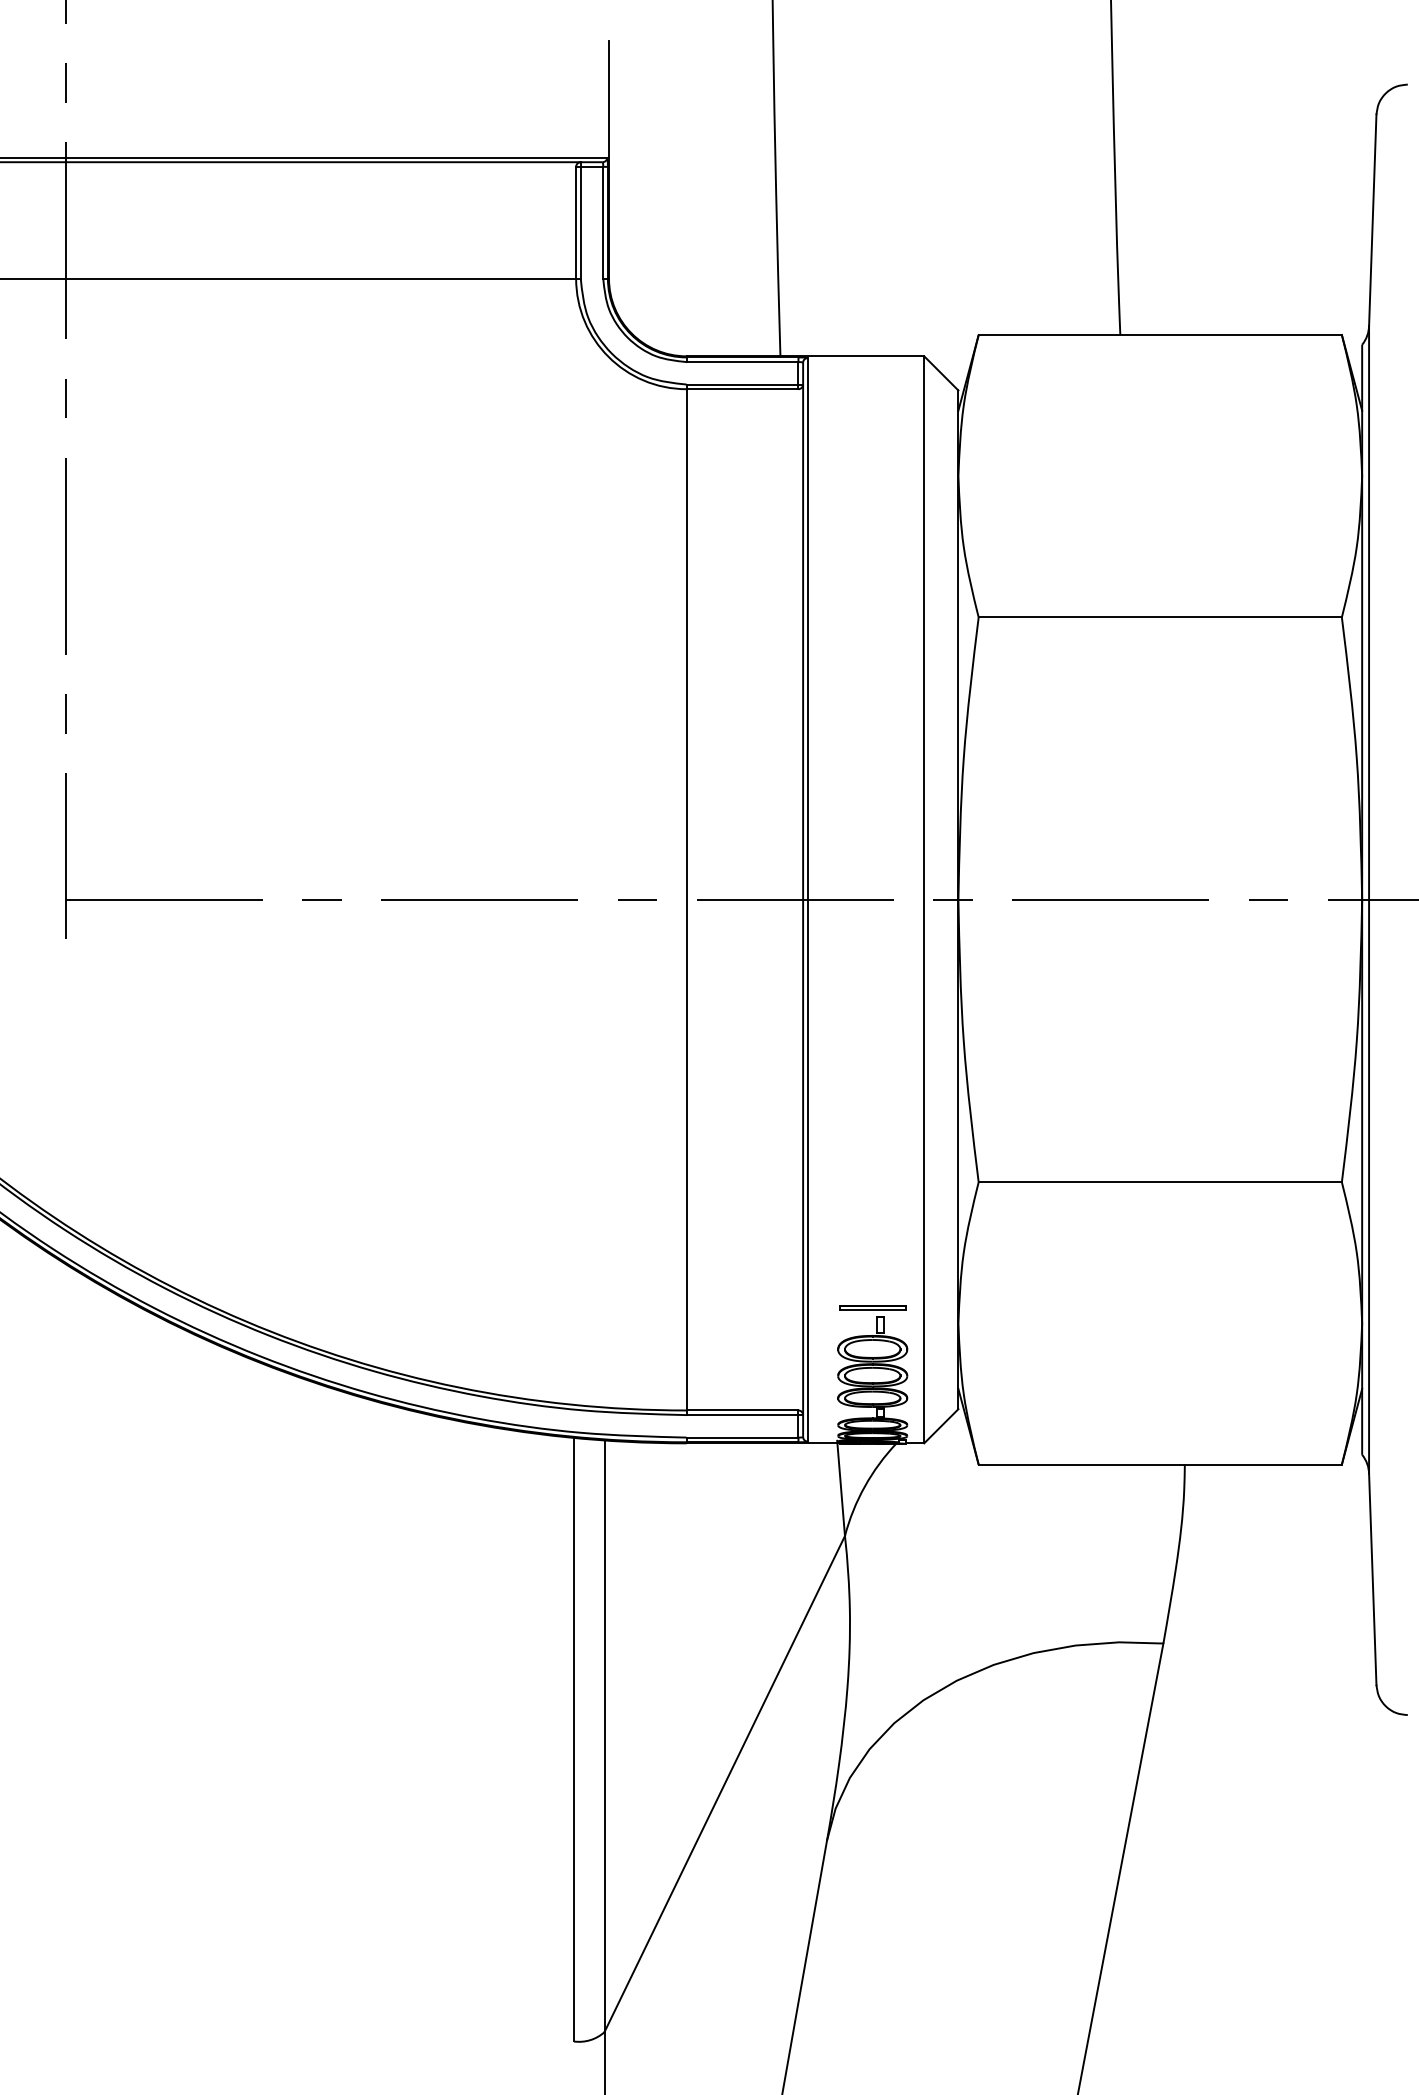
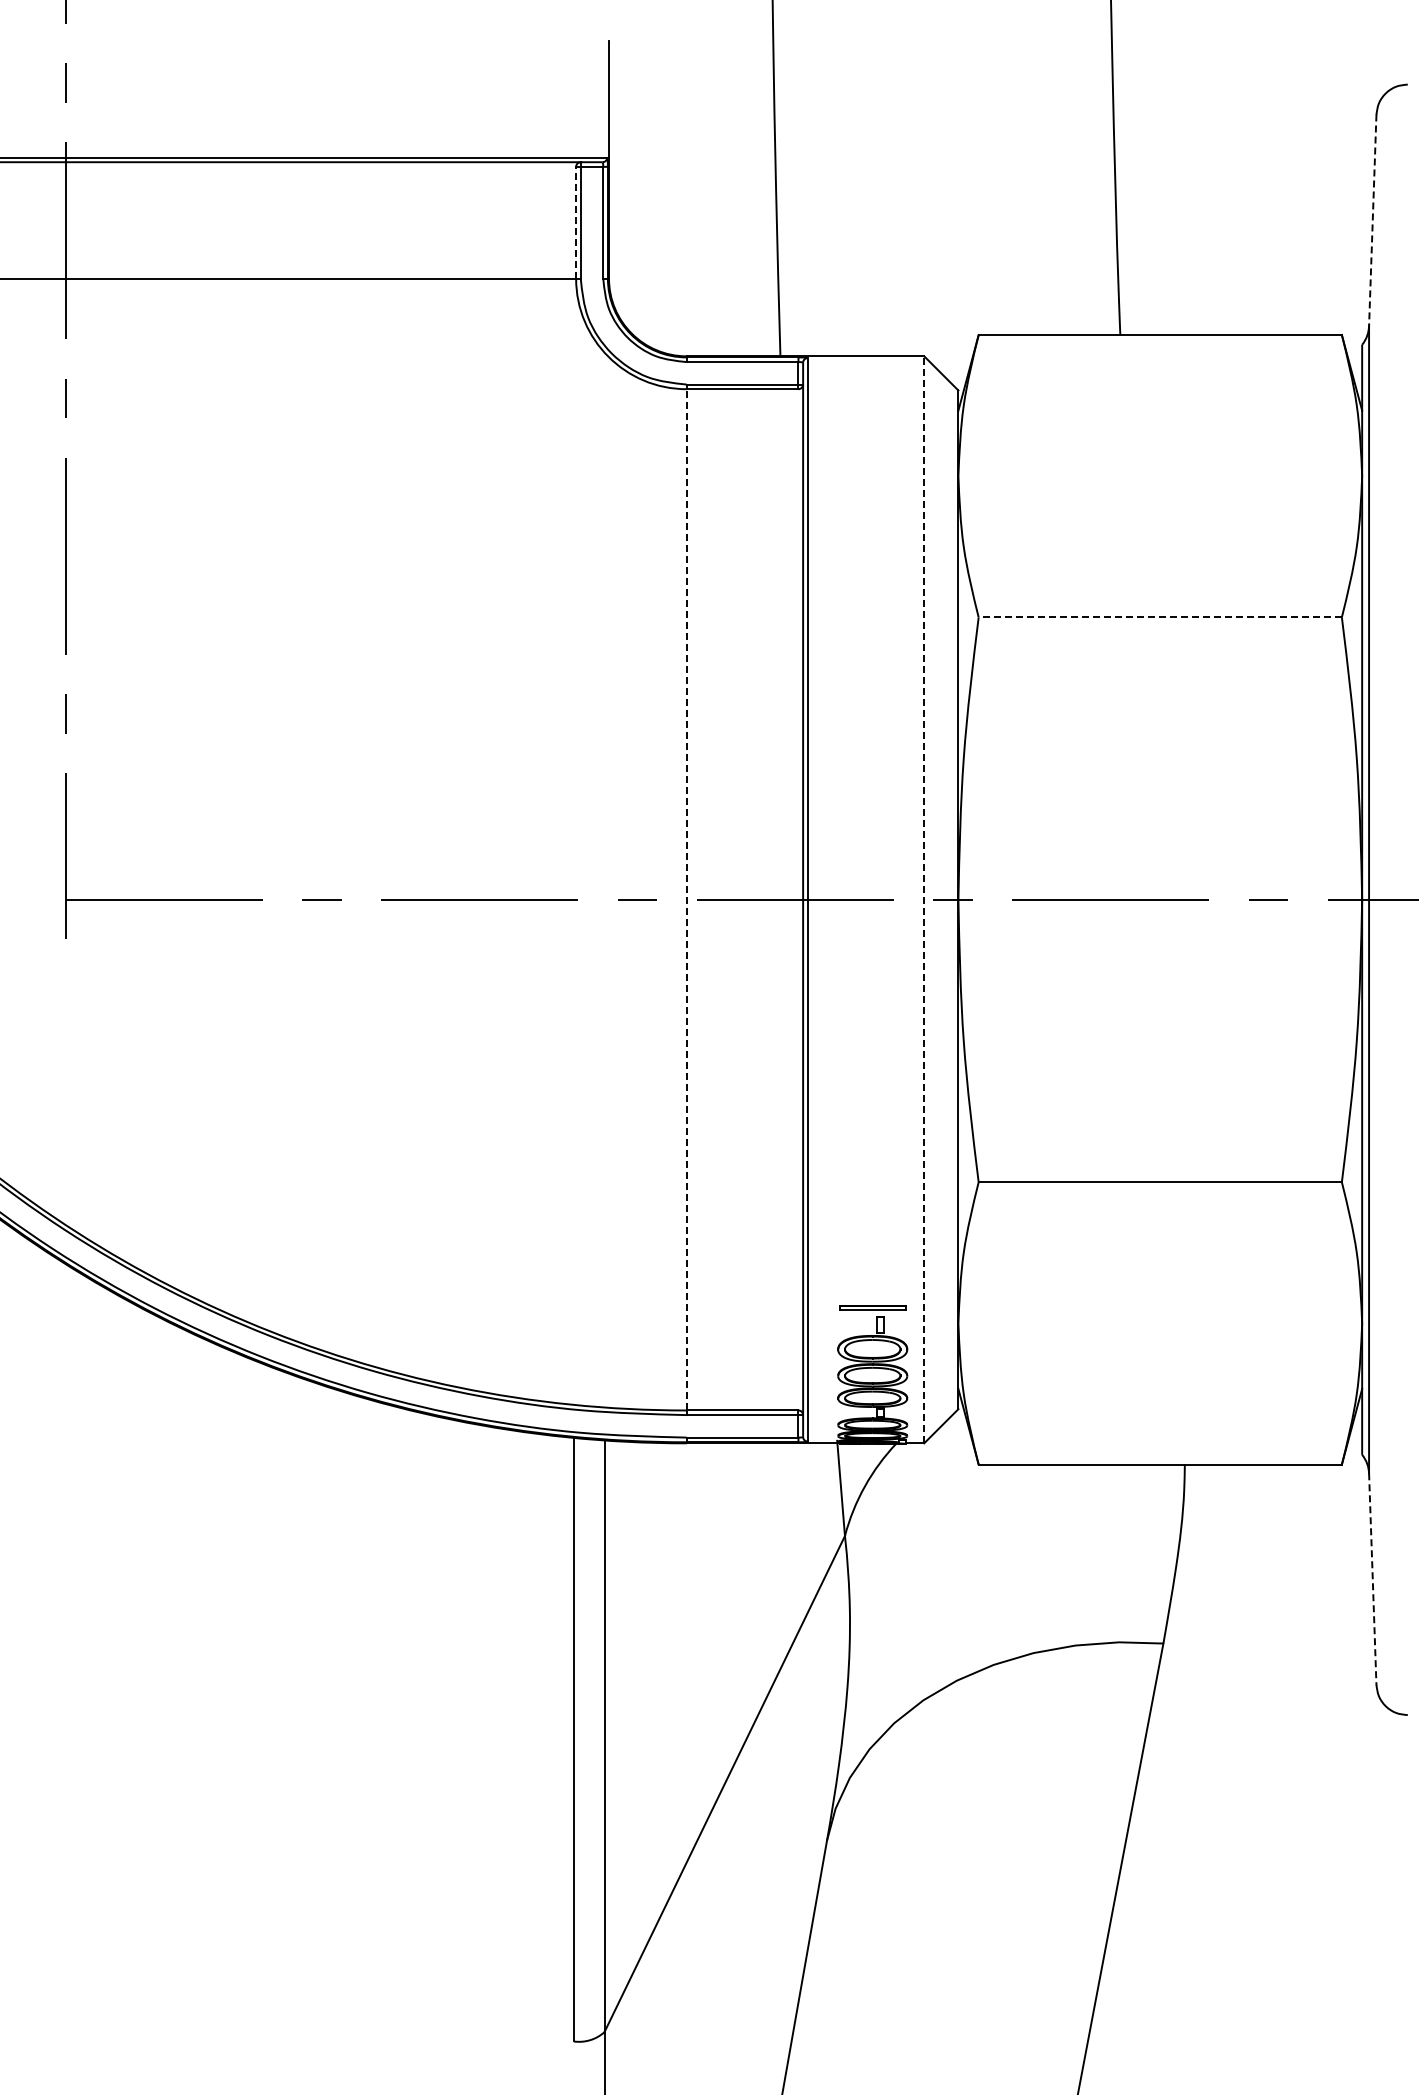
line at (1372, 220): solid -> dashed
line at (576, 222): solid -> dashed
line at (1160, 617): solid -> dashed
line at (686, 899): solid -> dashed
line at (924, 899): solid -> dashed
line at (1372, 1579): solid -> dashed
